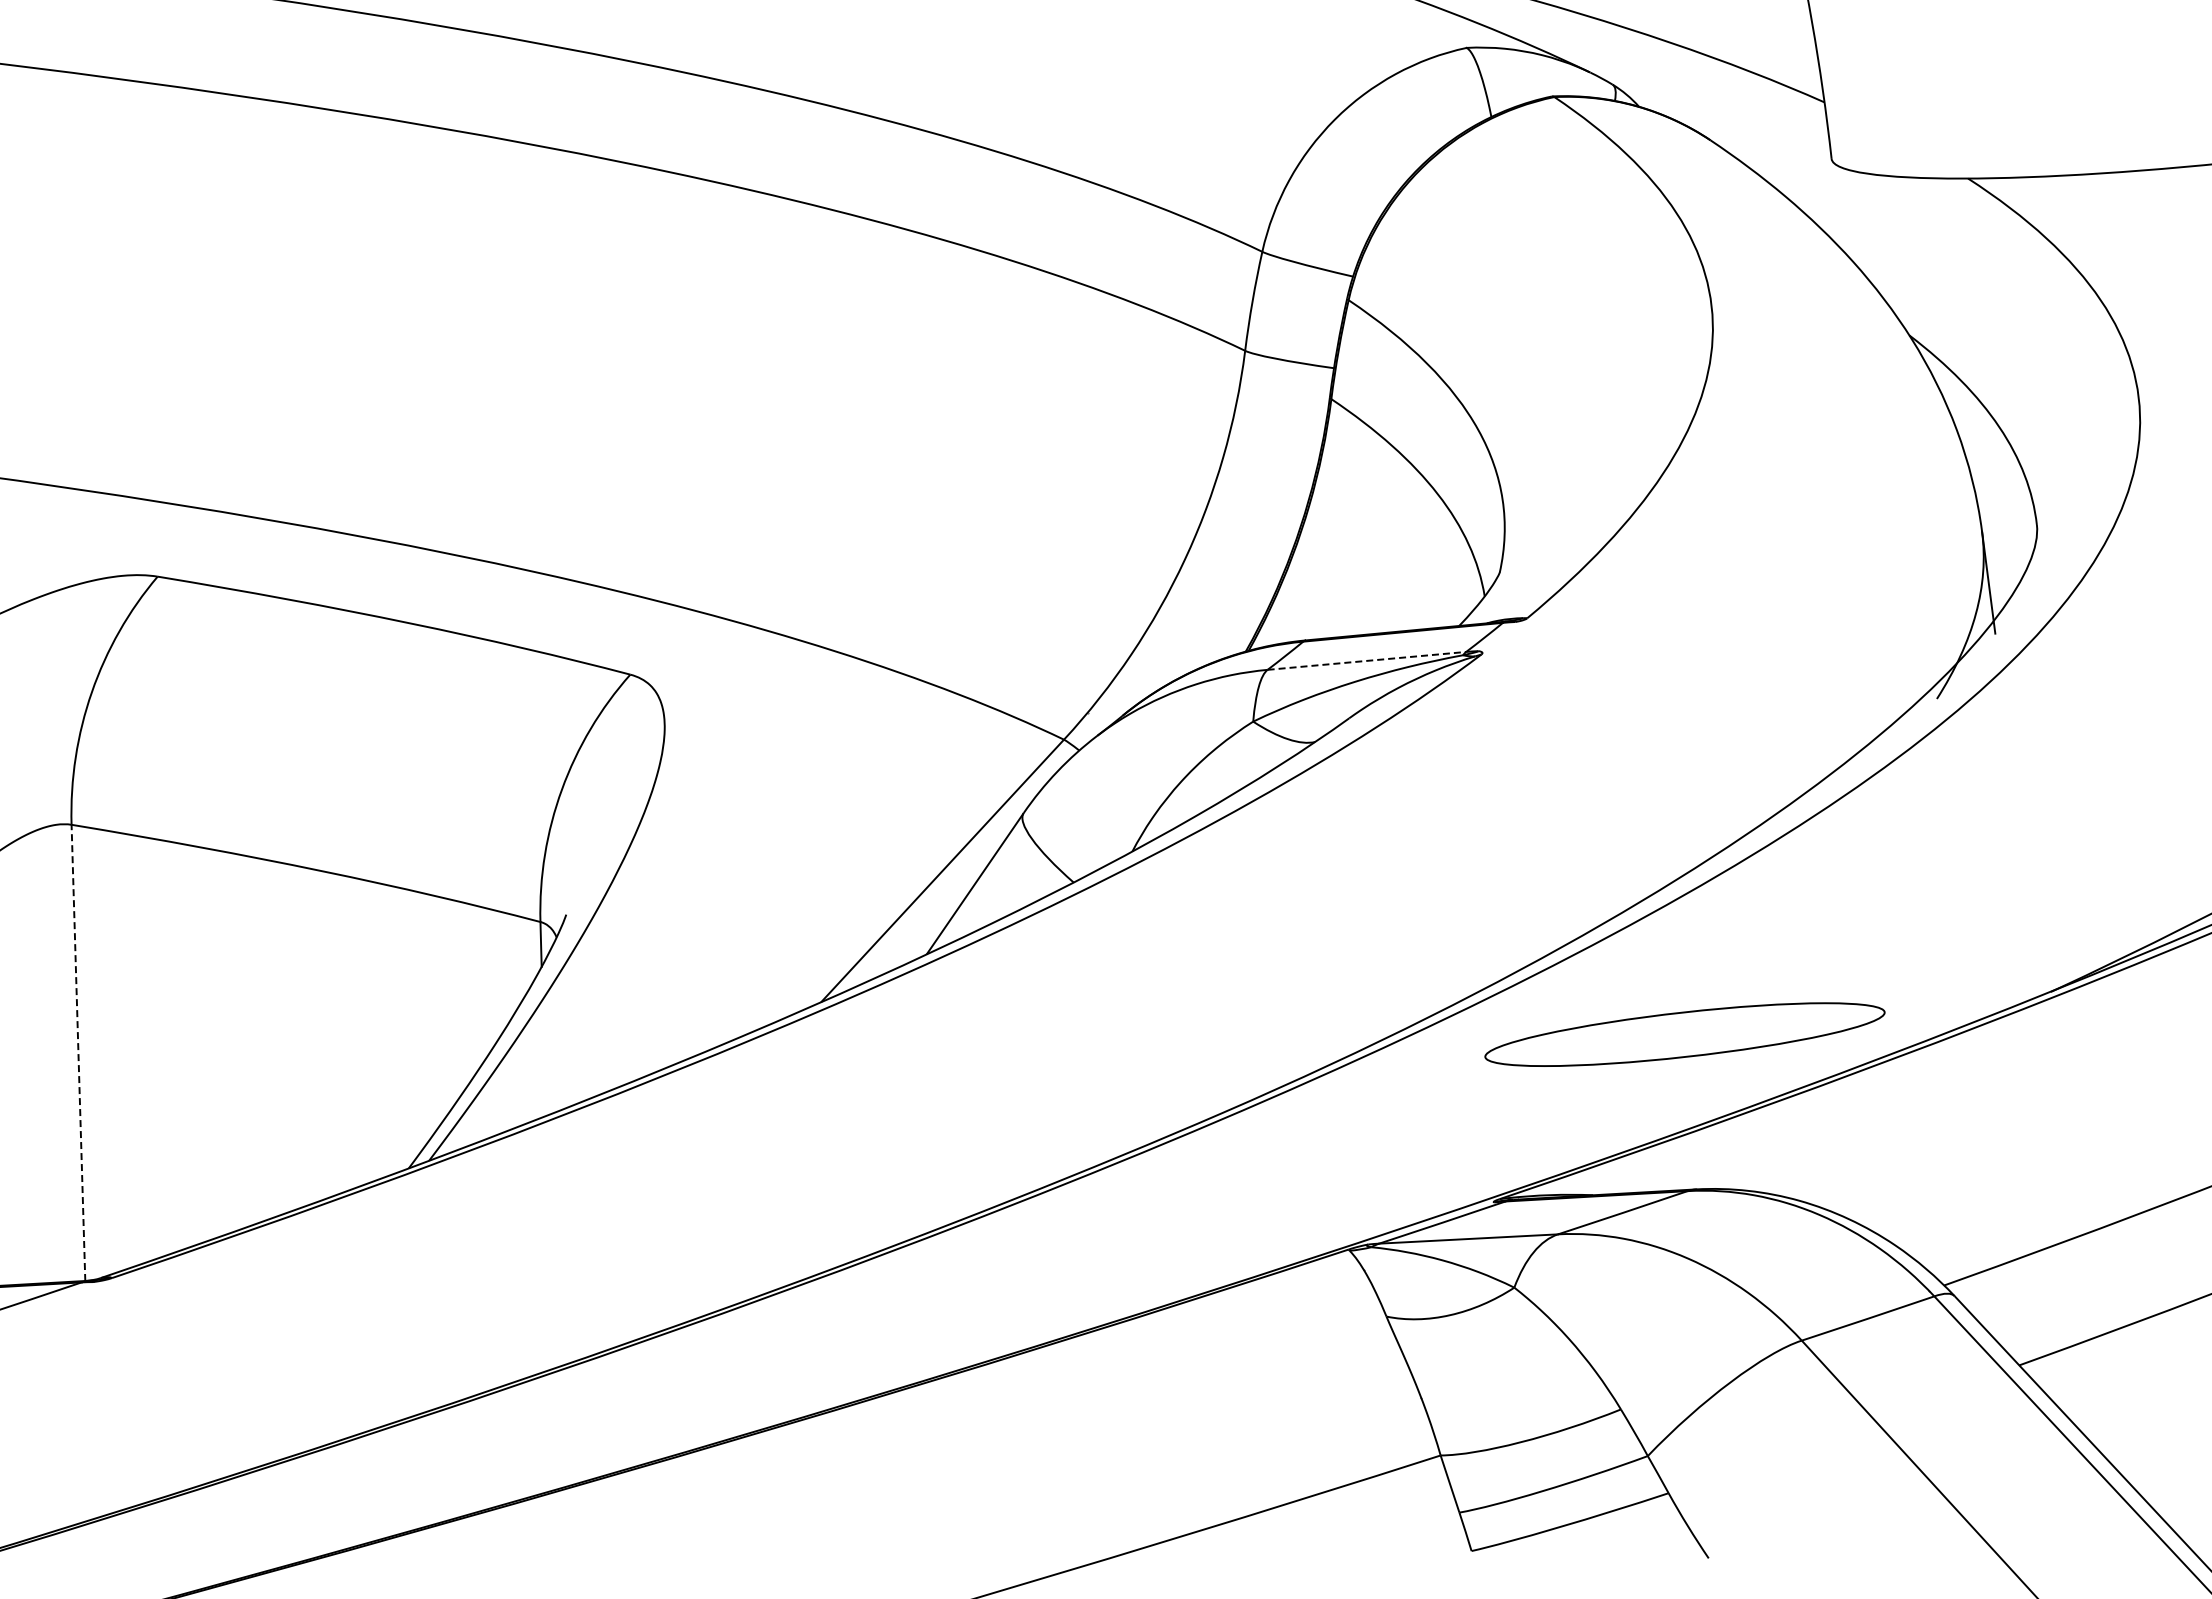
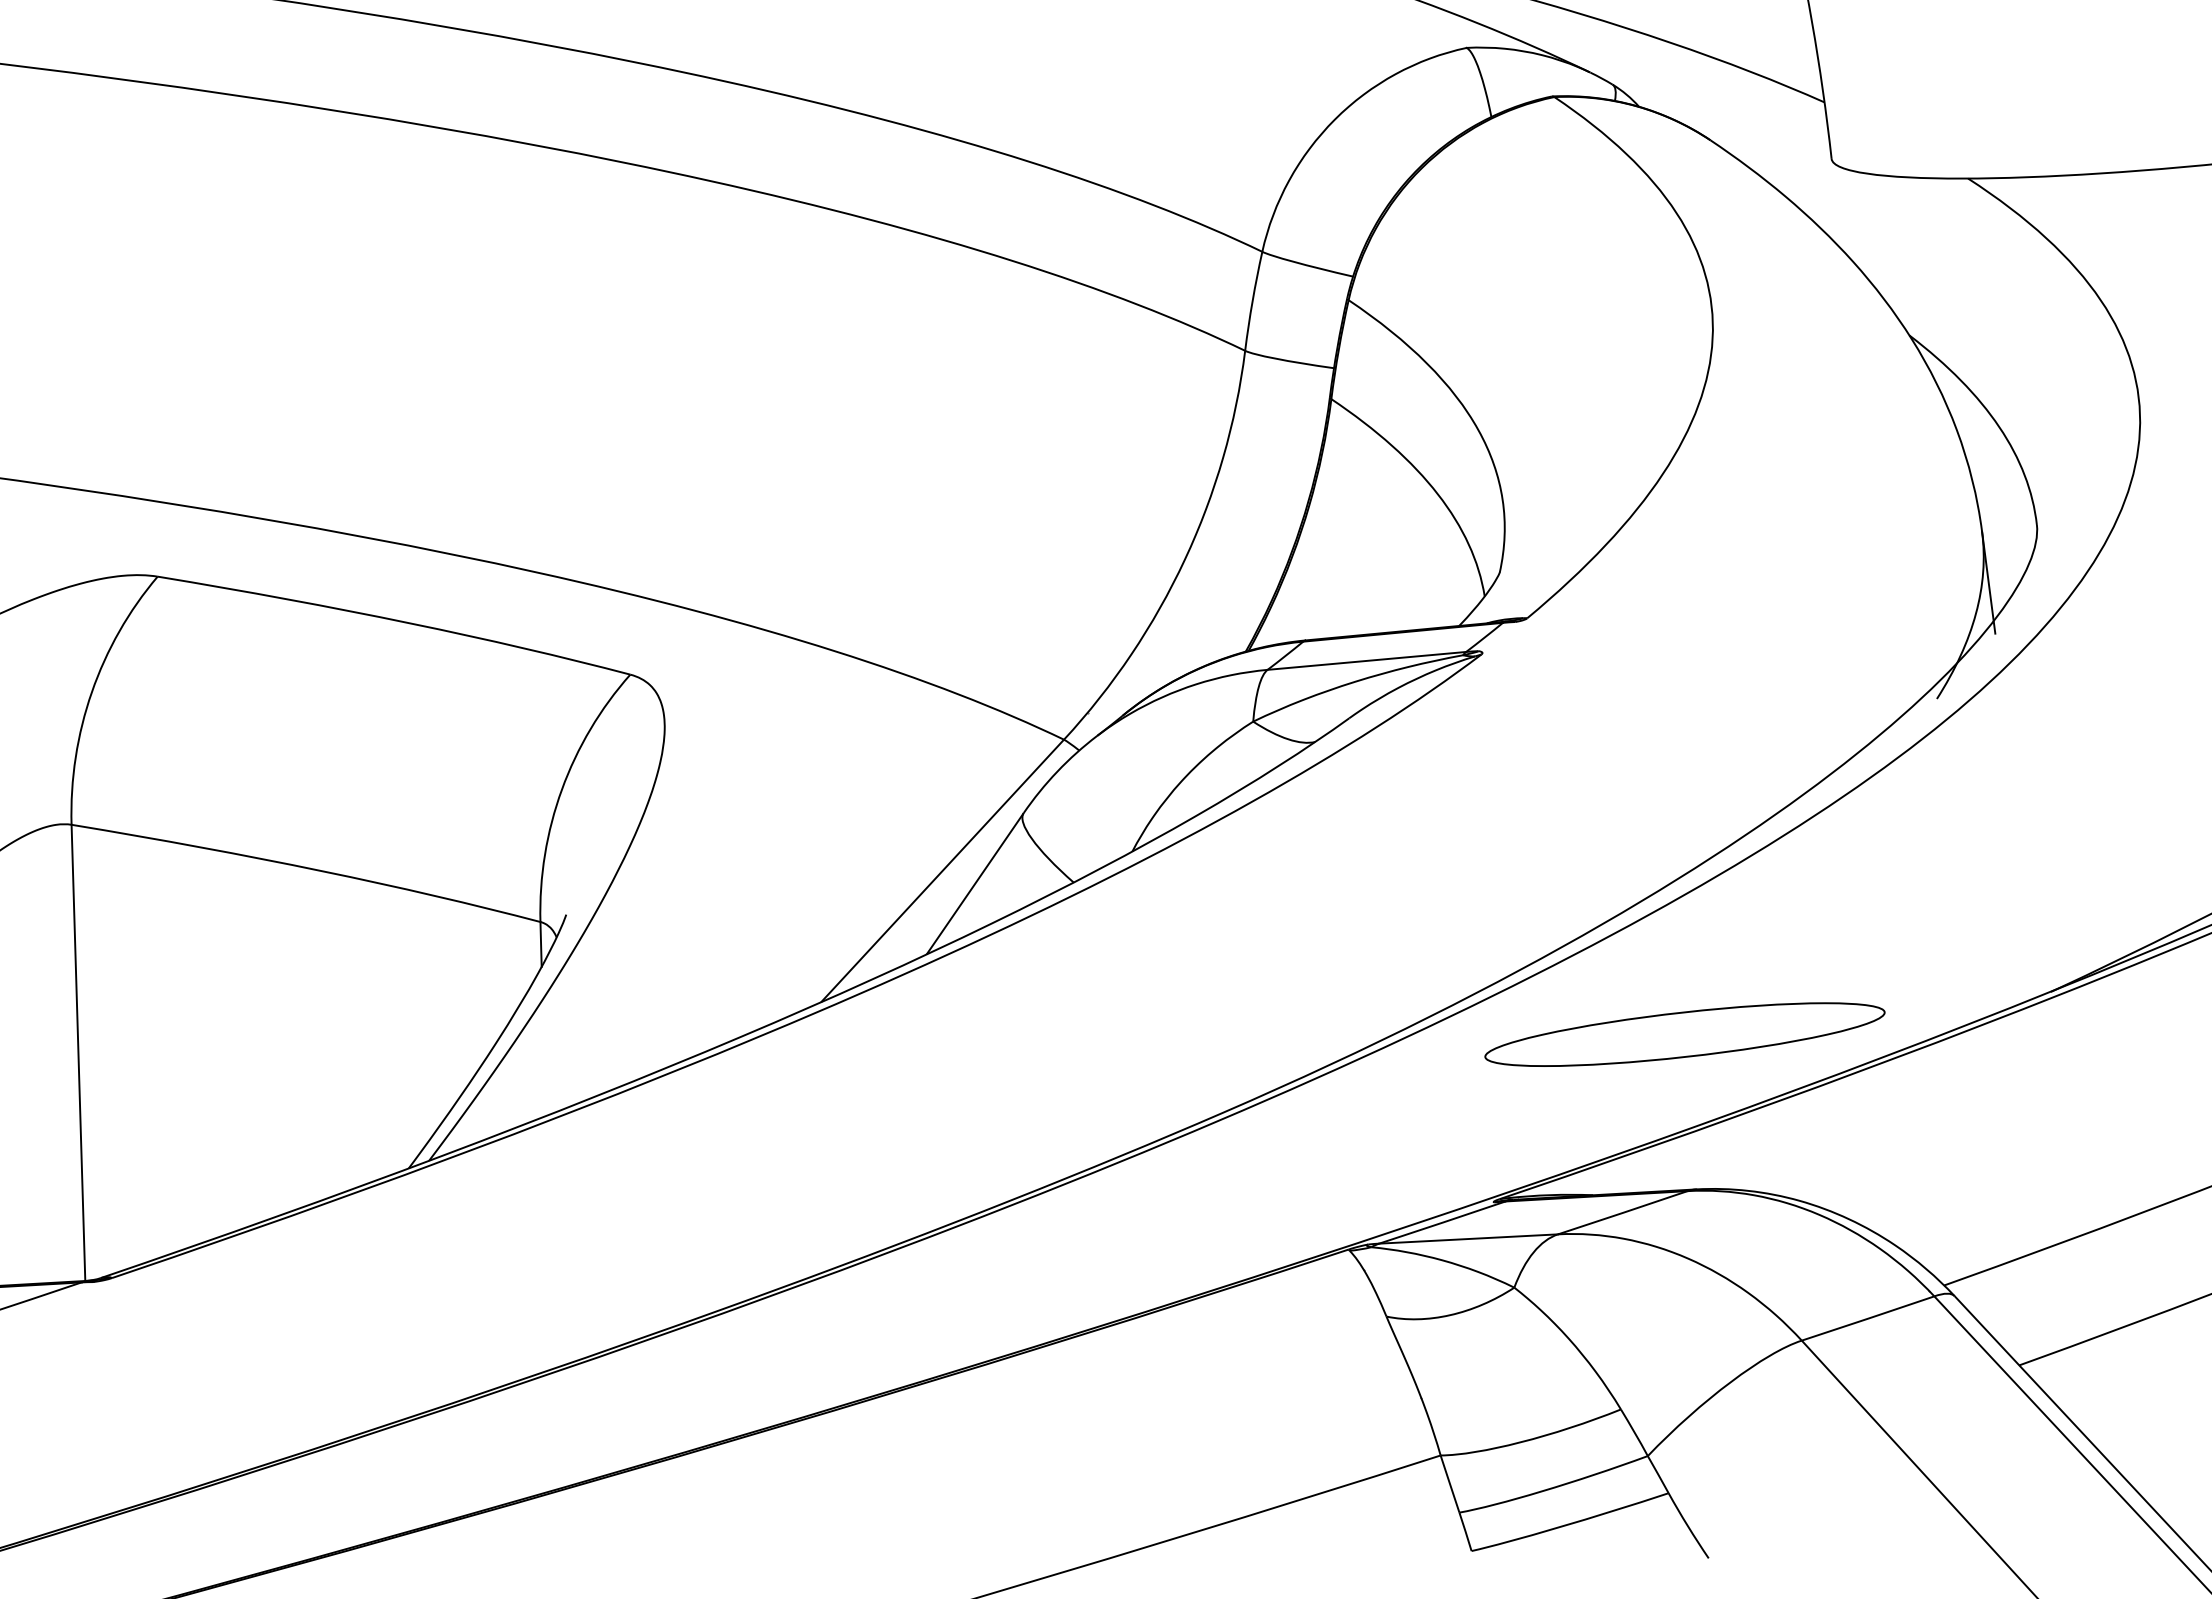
line at (1366, 660): dashed -> solid
line at (78, 1052): dashed -> solid
